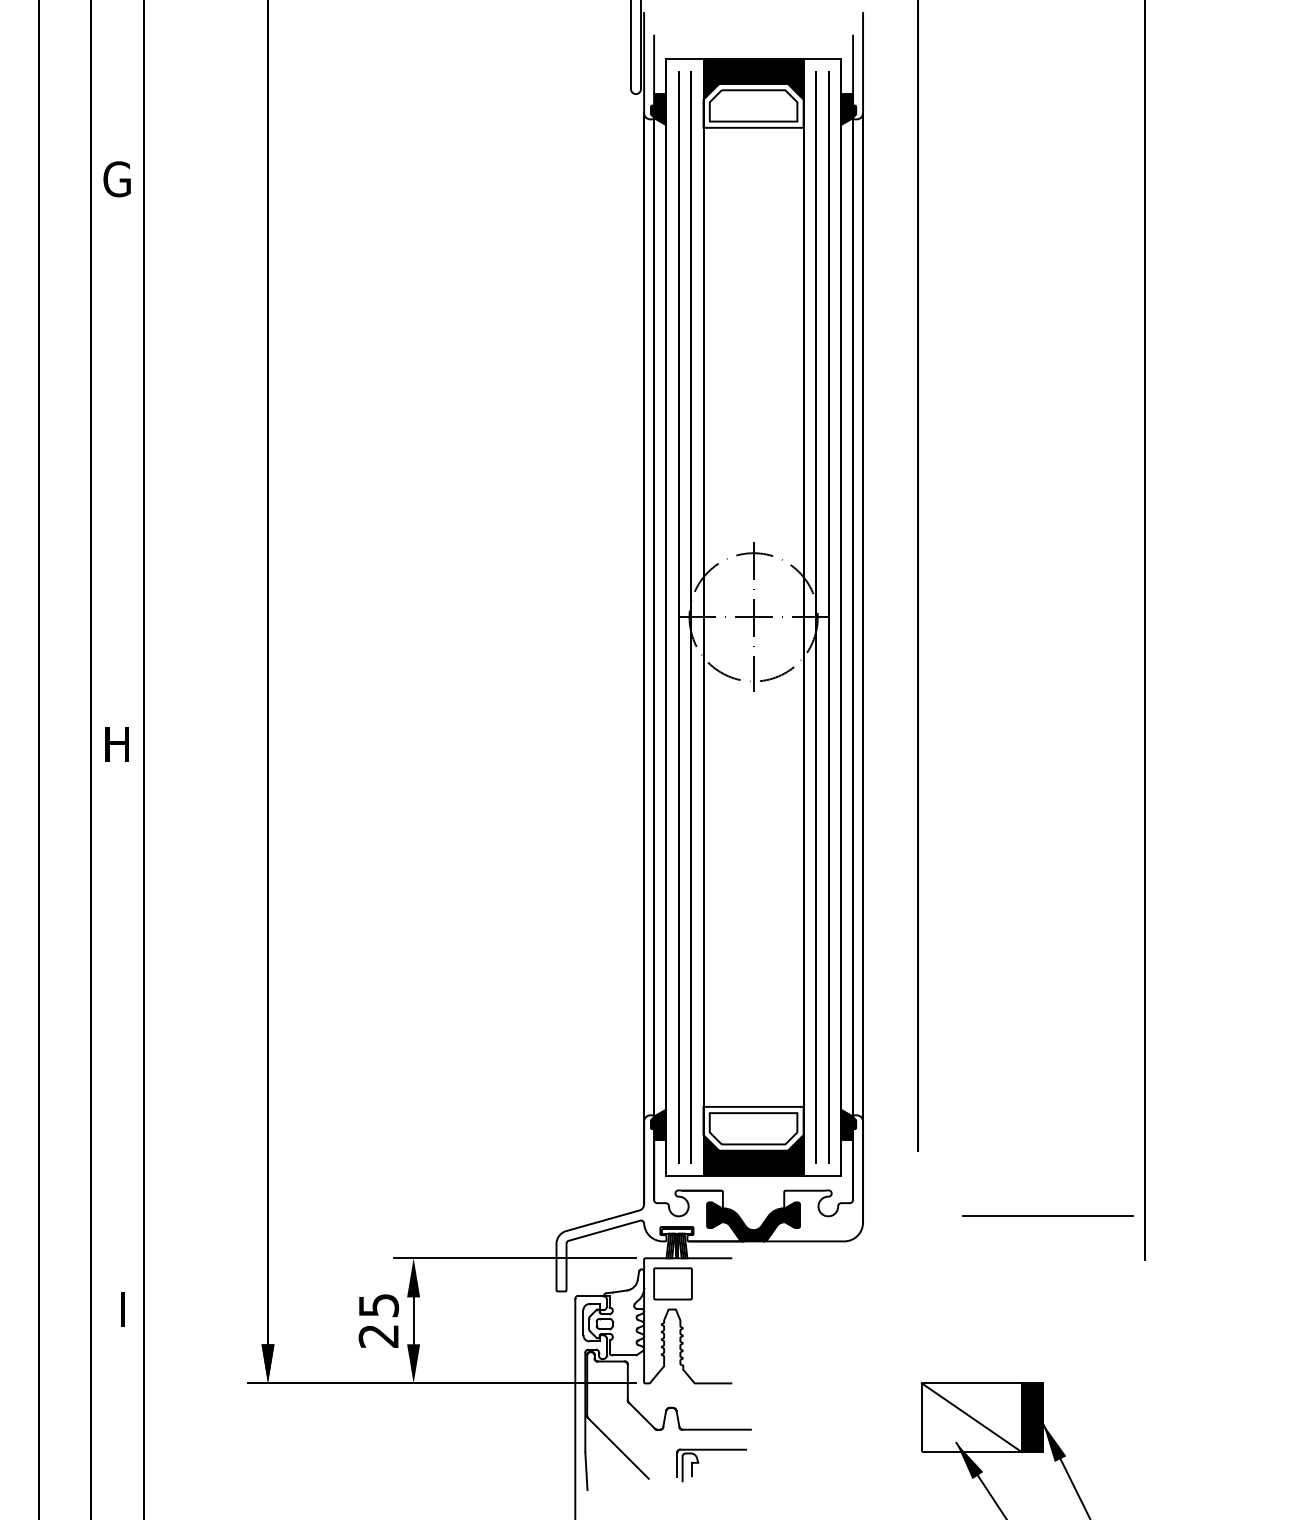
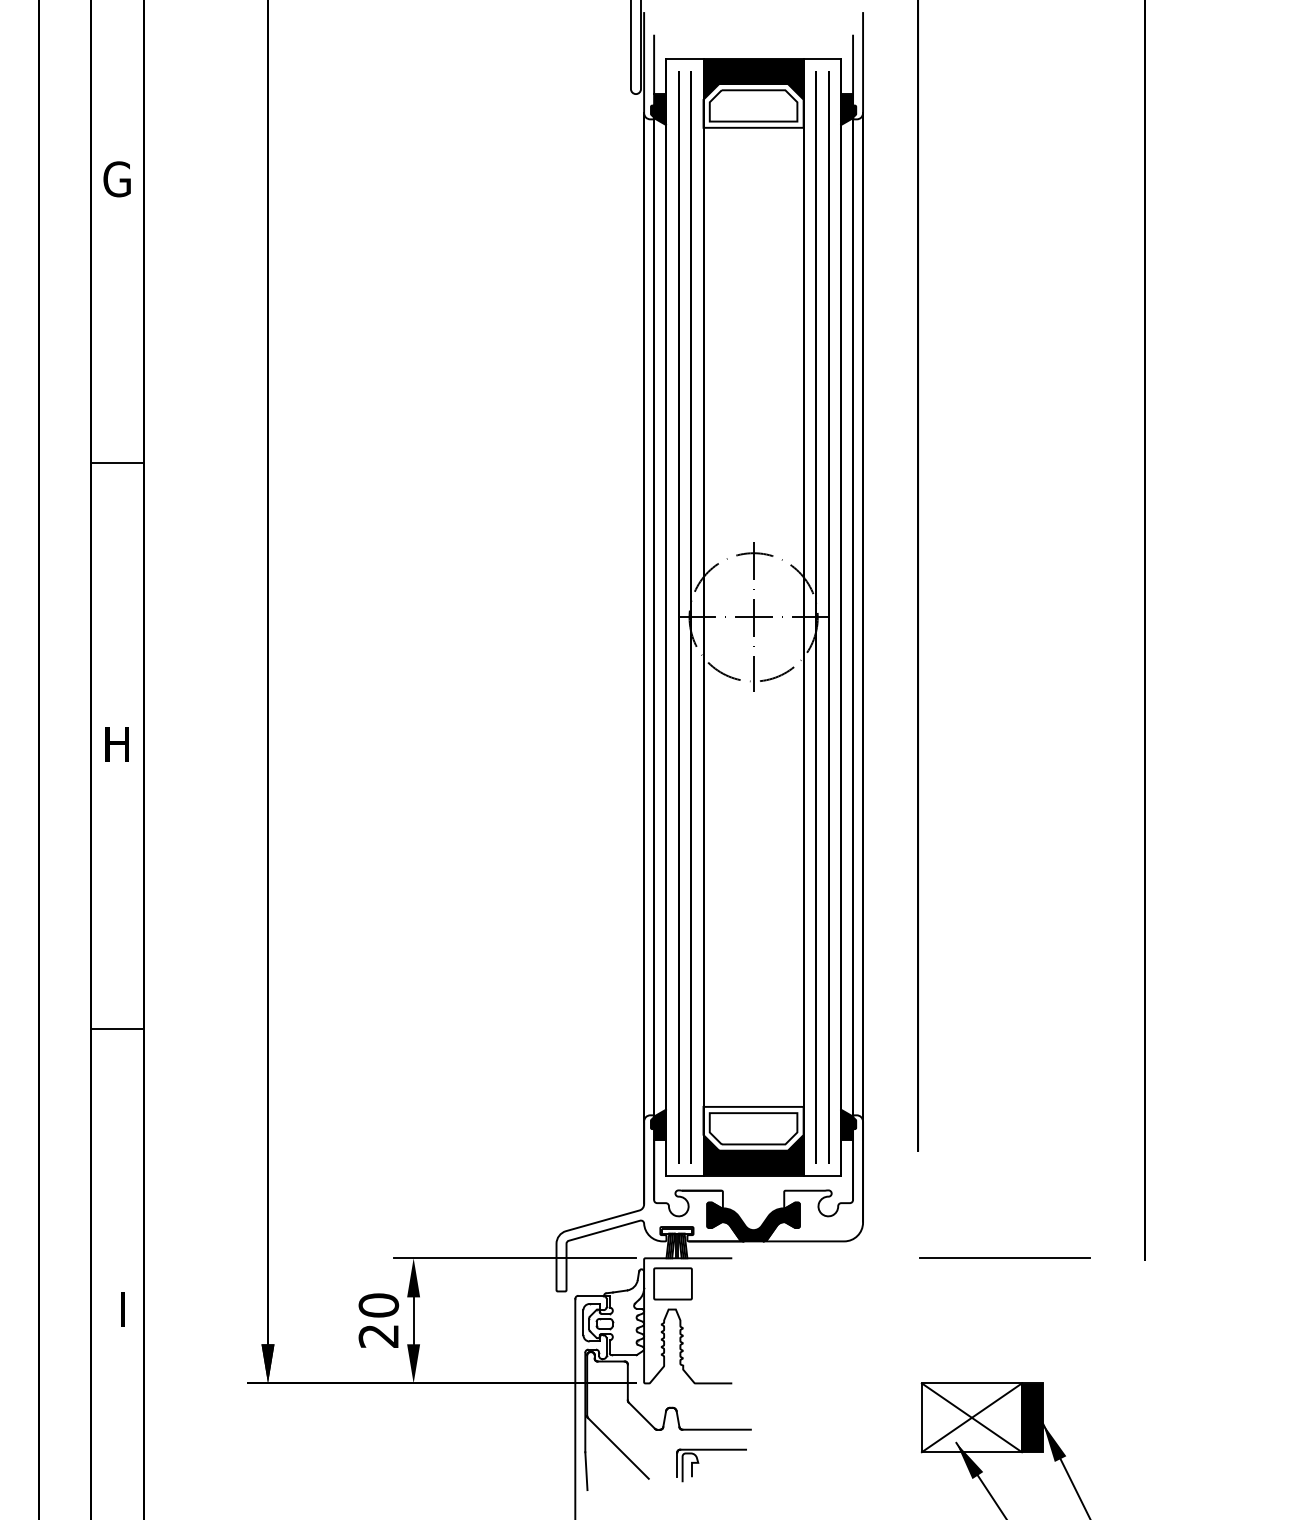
line at (117, 463): none -> present
line at (117, 1028): none -> present
line at (1047, 1215) position: (1047, 1215) -> (1004, 1257)
text at (378, 1305): 25 -> 20
line at (971, 1417): none -> present
